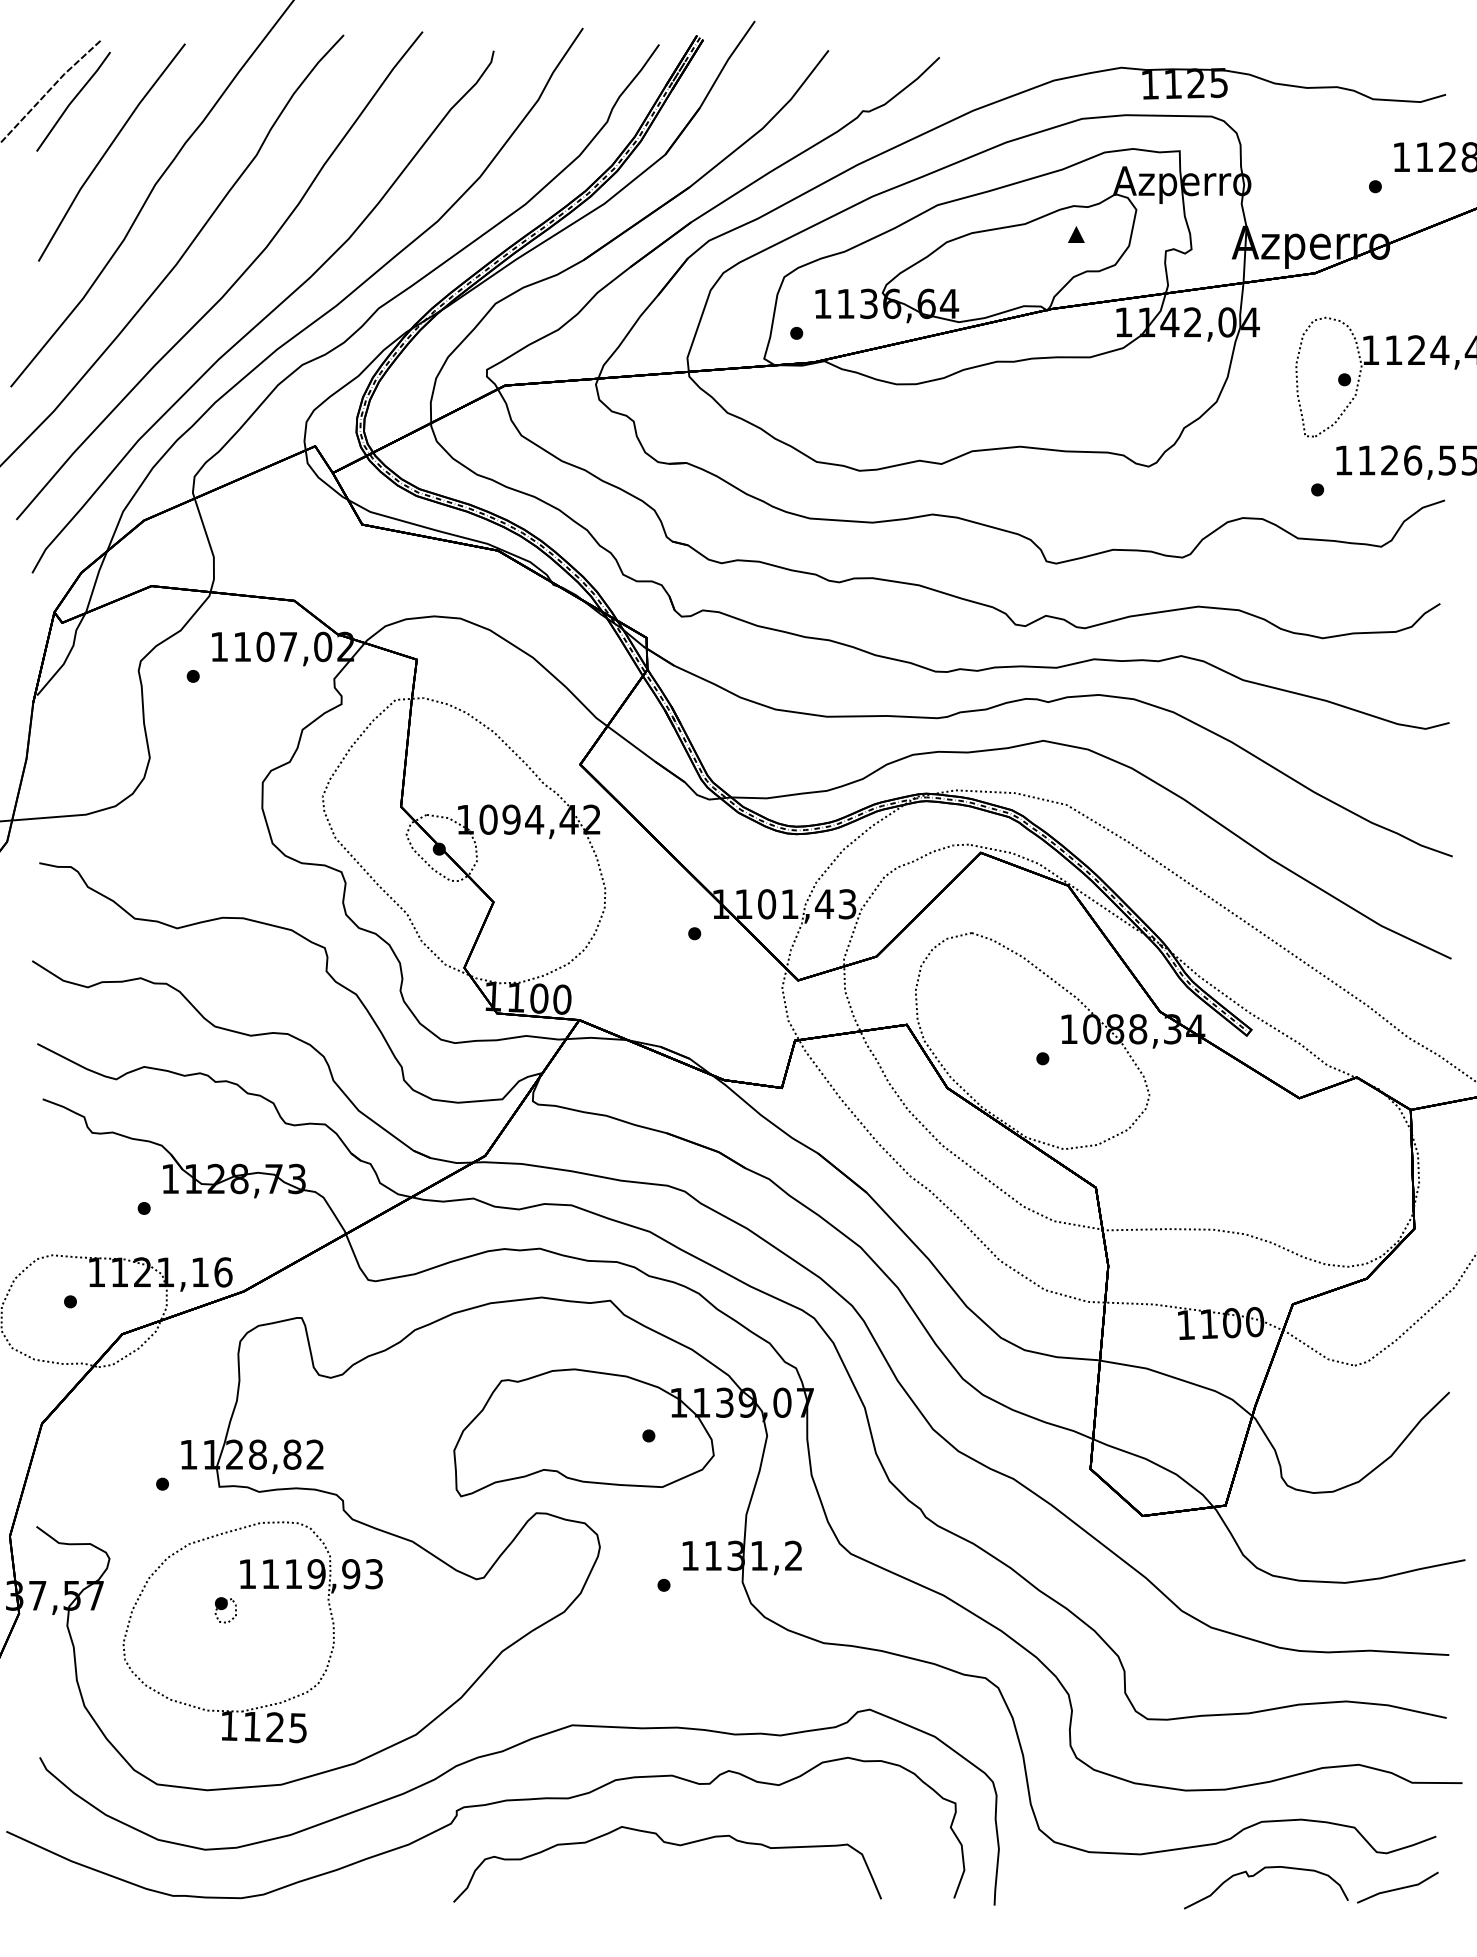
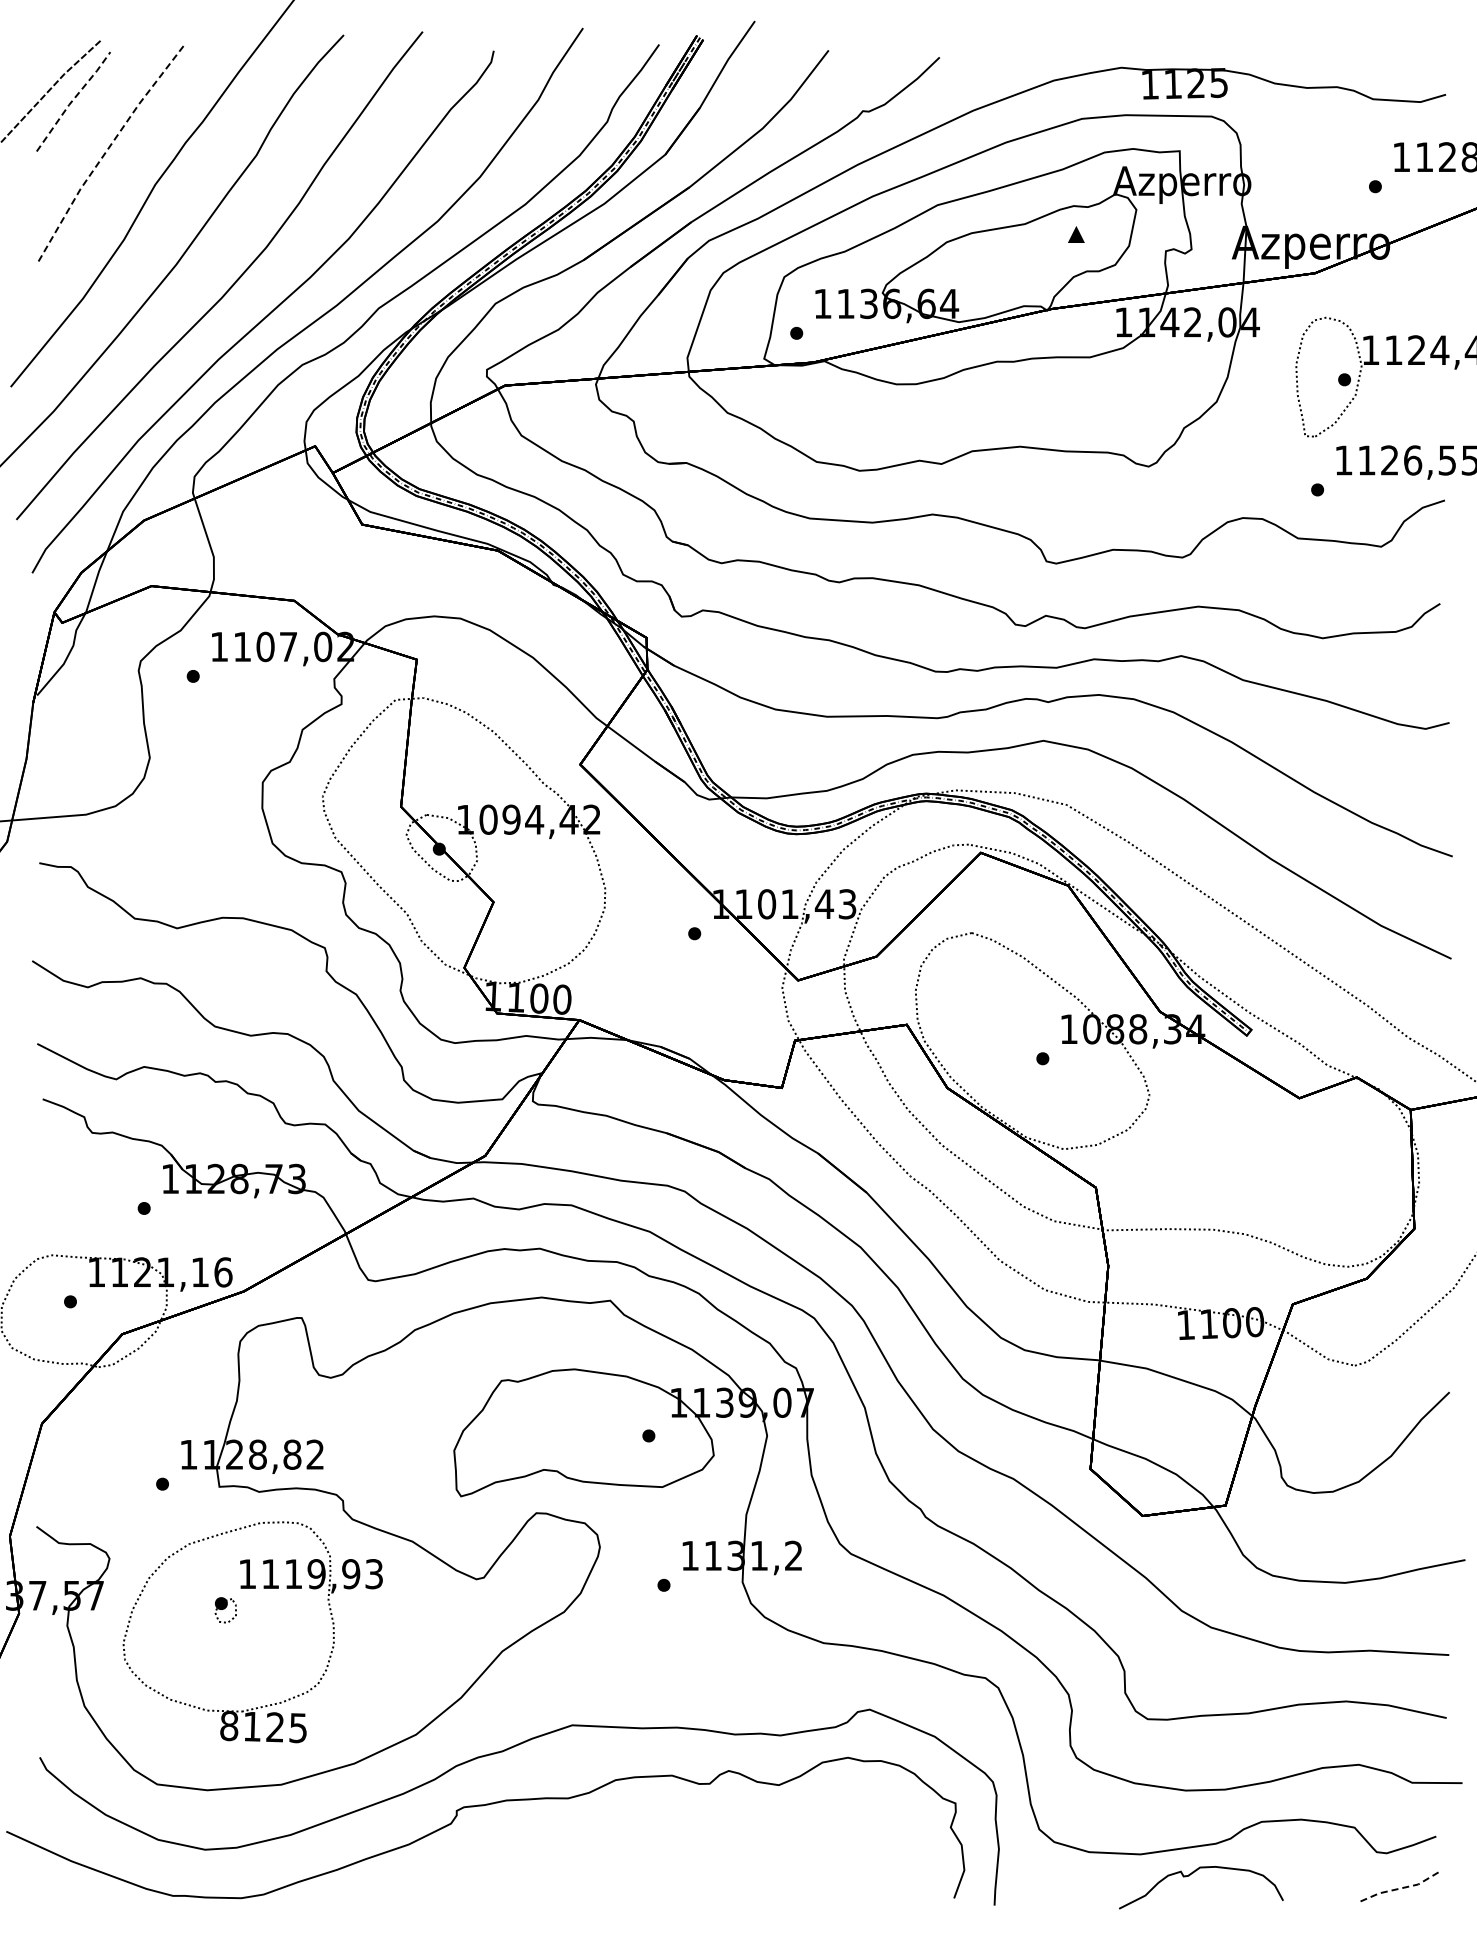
line at (72, 100): solid -> dashed
line at (107, 149): solid -> dashed
text at (229, 1725): 1125 -> 8125
curve at (669, 1844): present -> none
curve at (1258, 1873) position: (1258, 1873) -> (1193, 1873)
line at (1397, 1889): solid -> dashed
